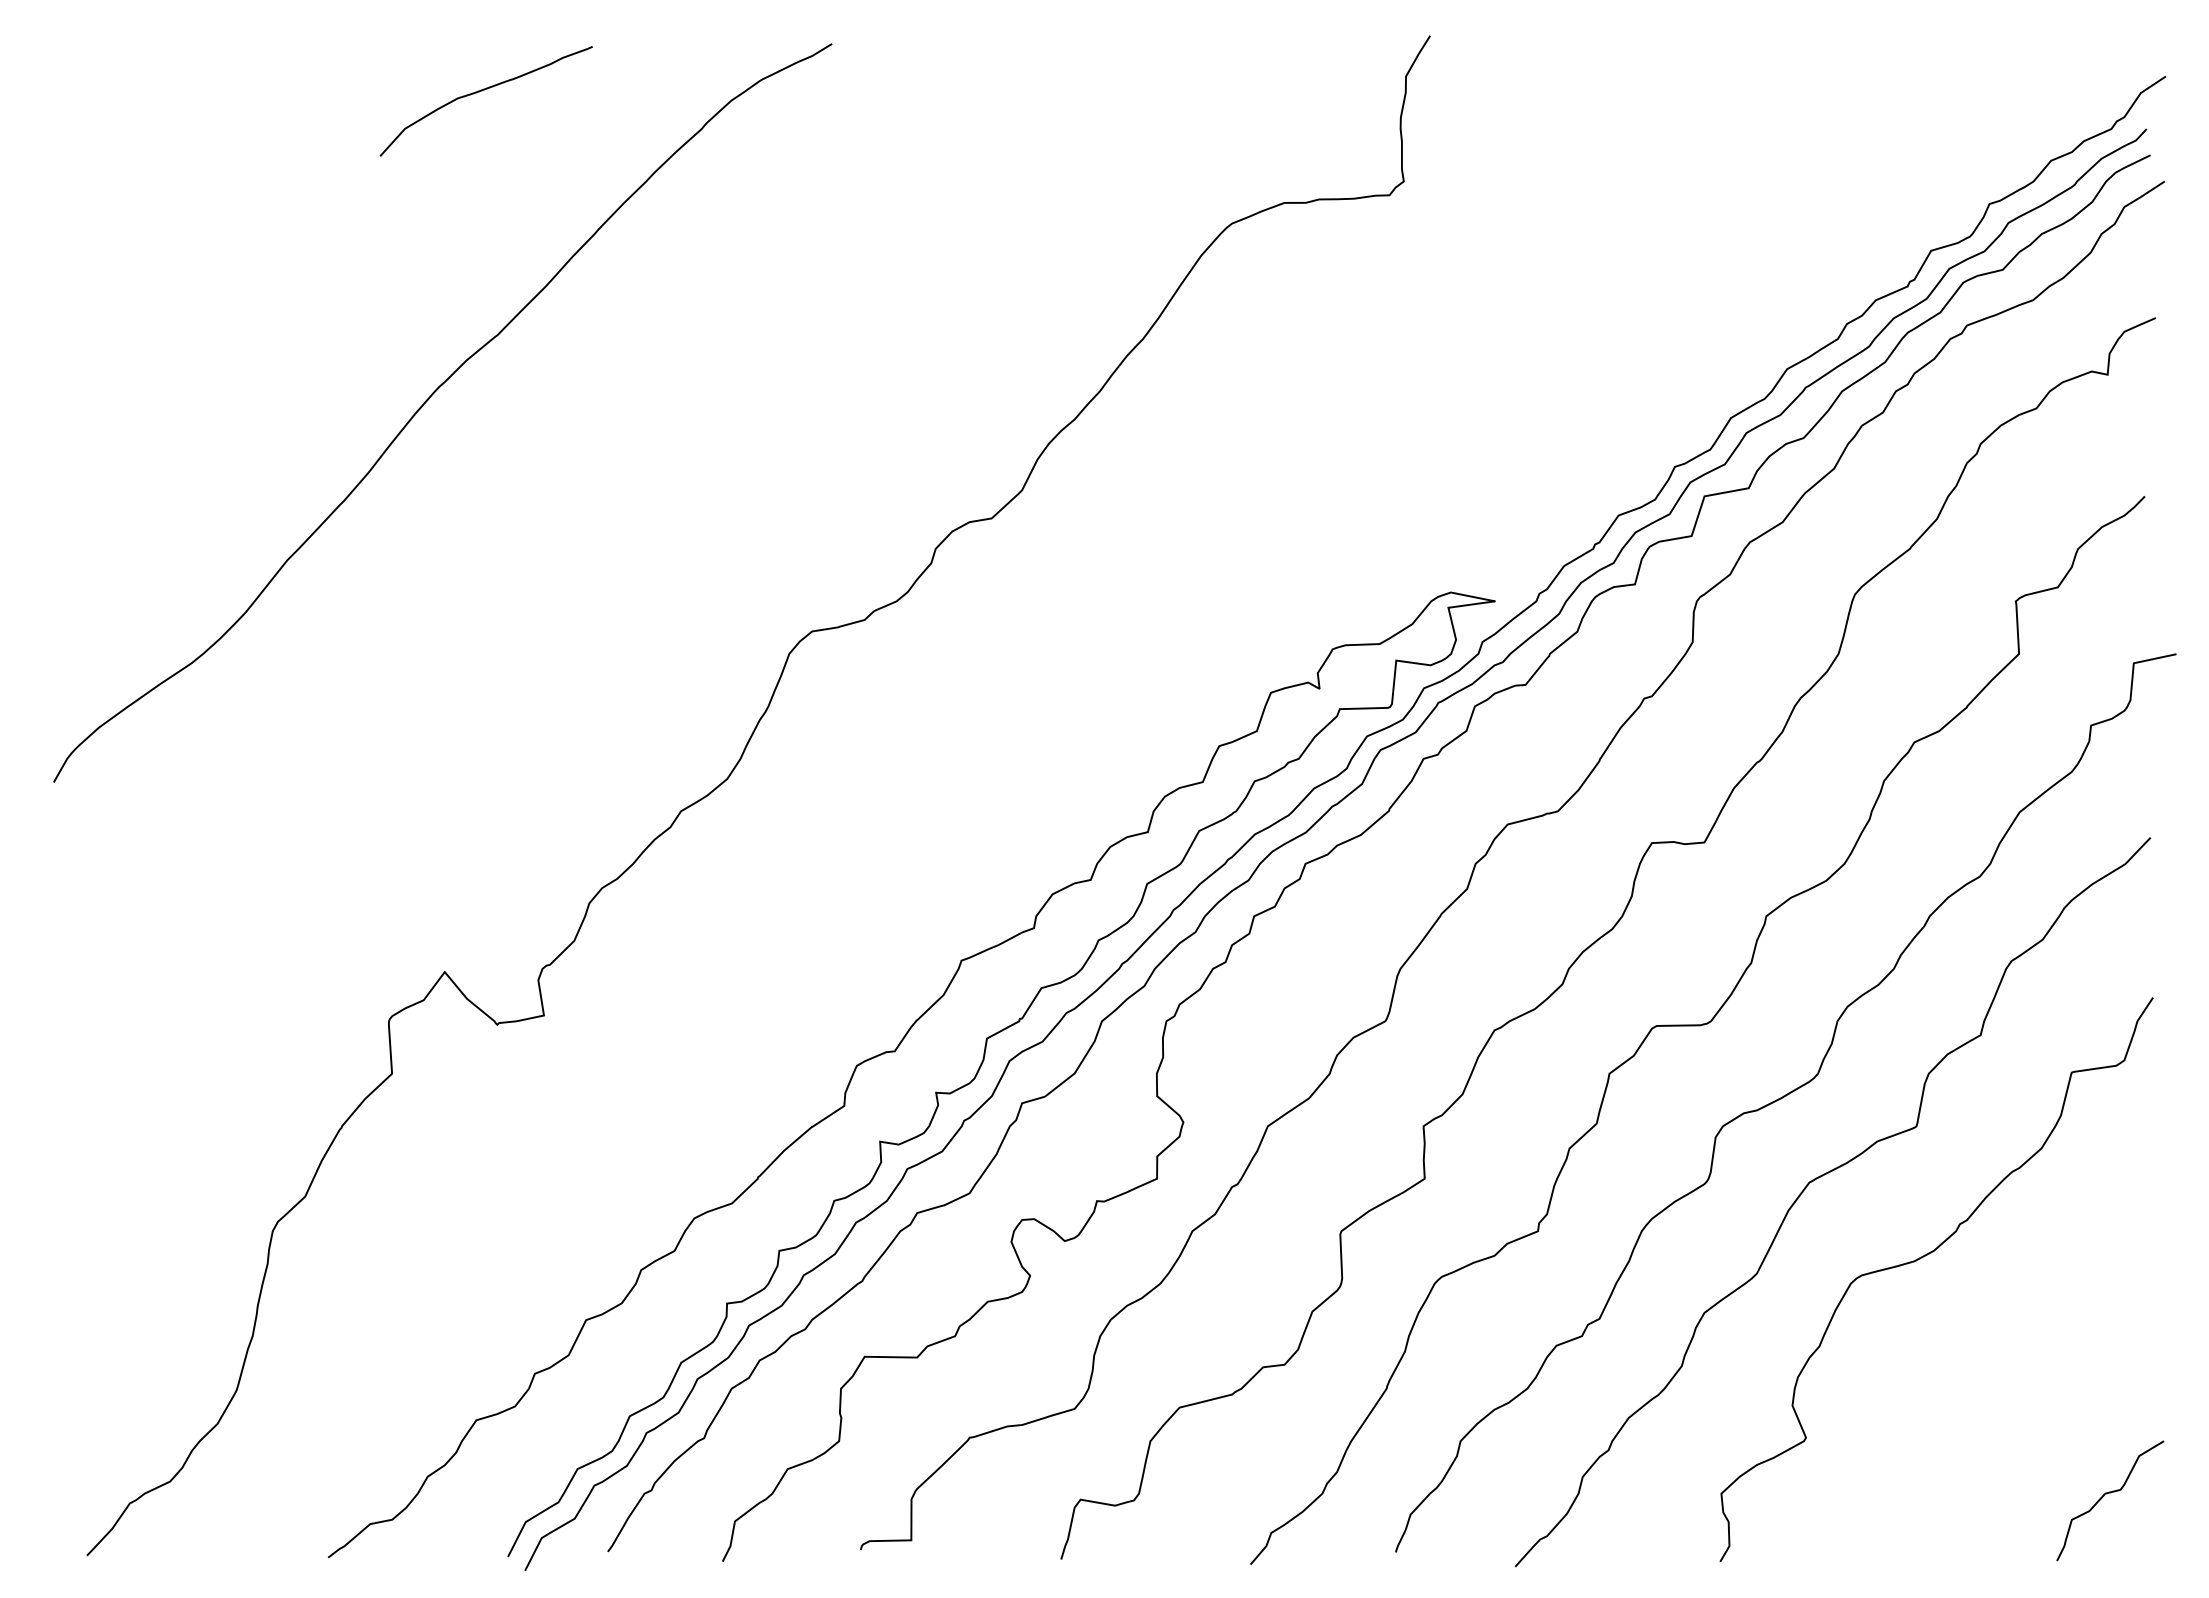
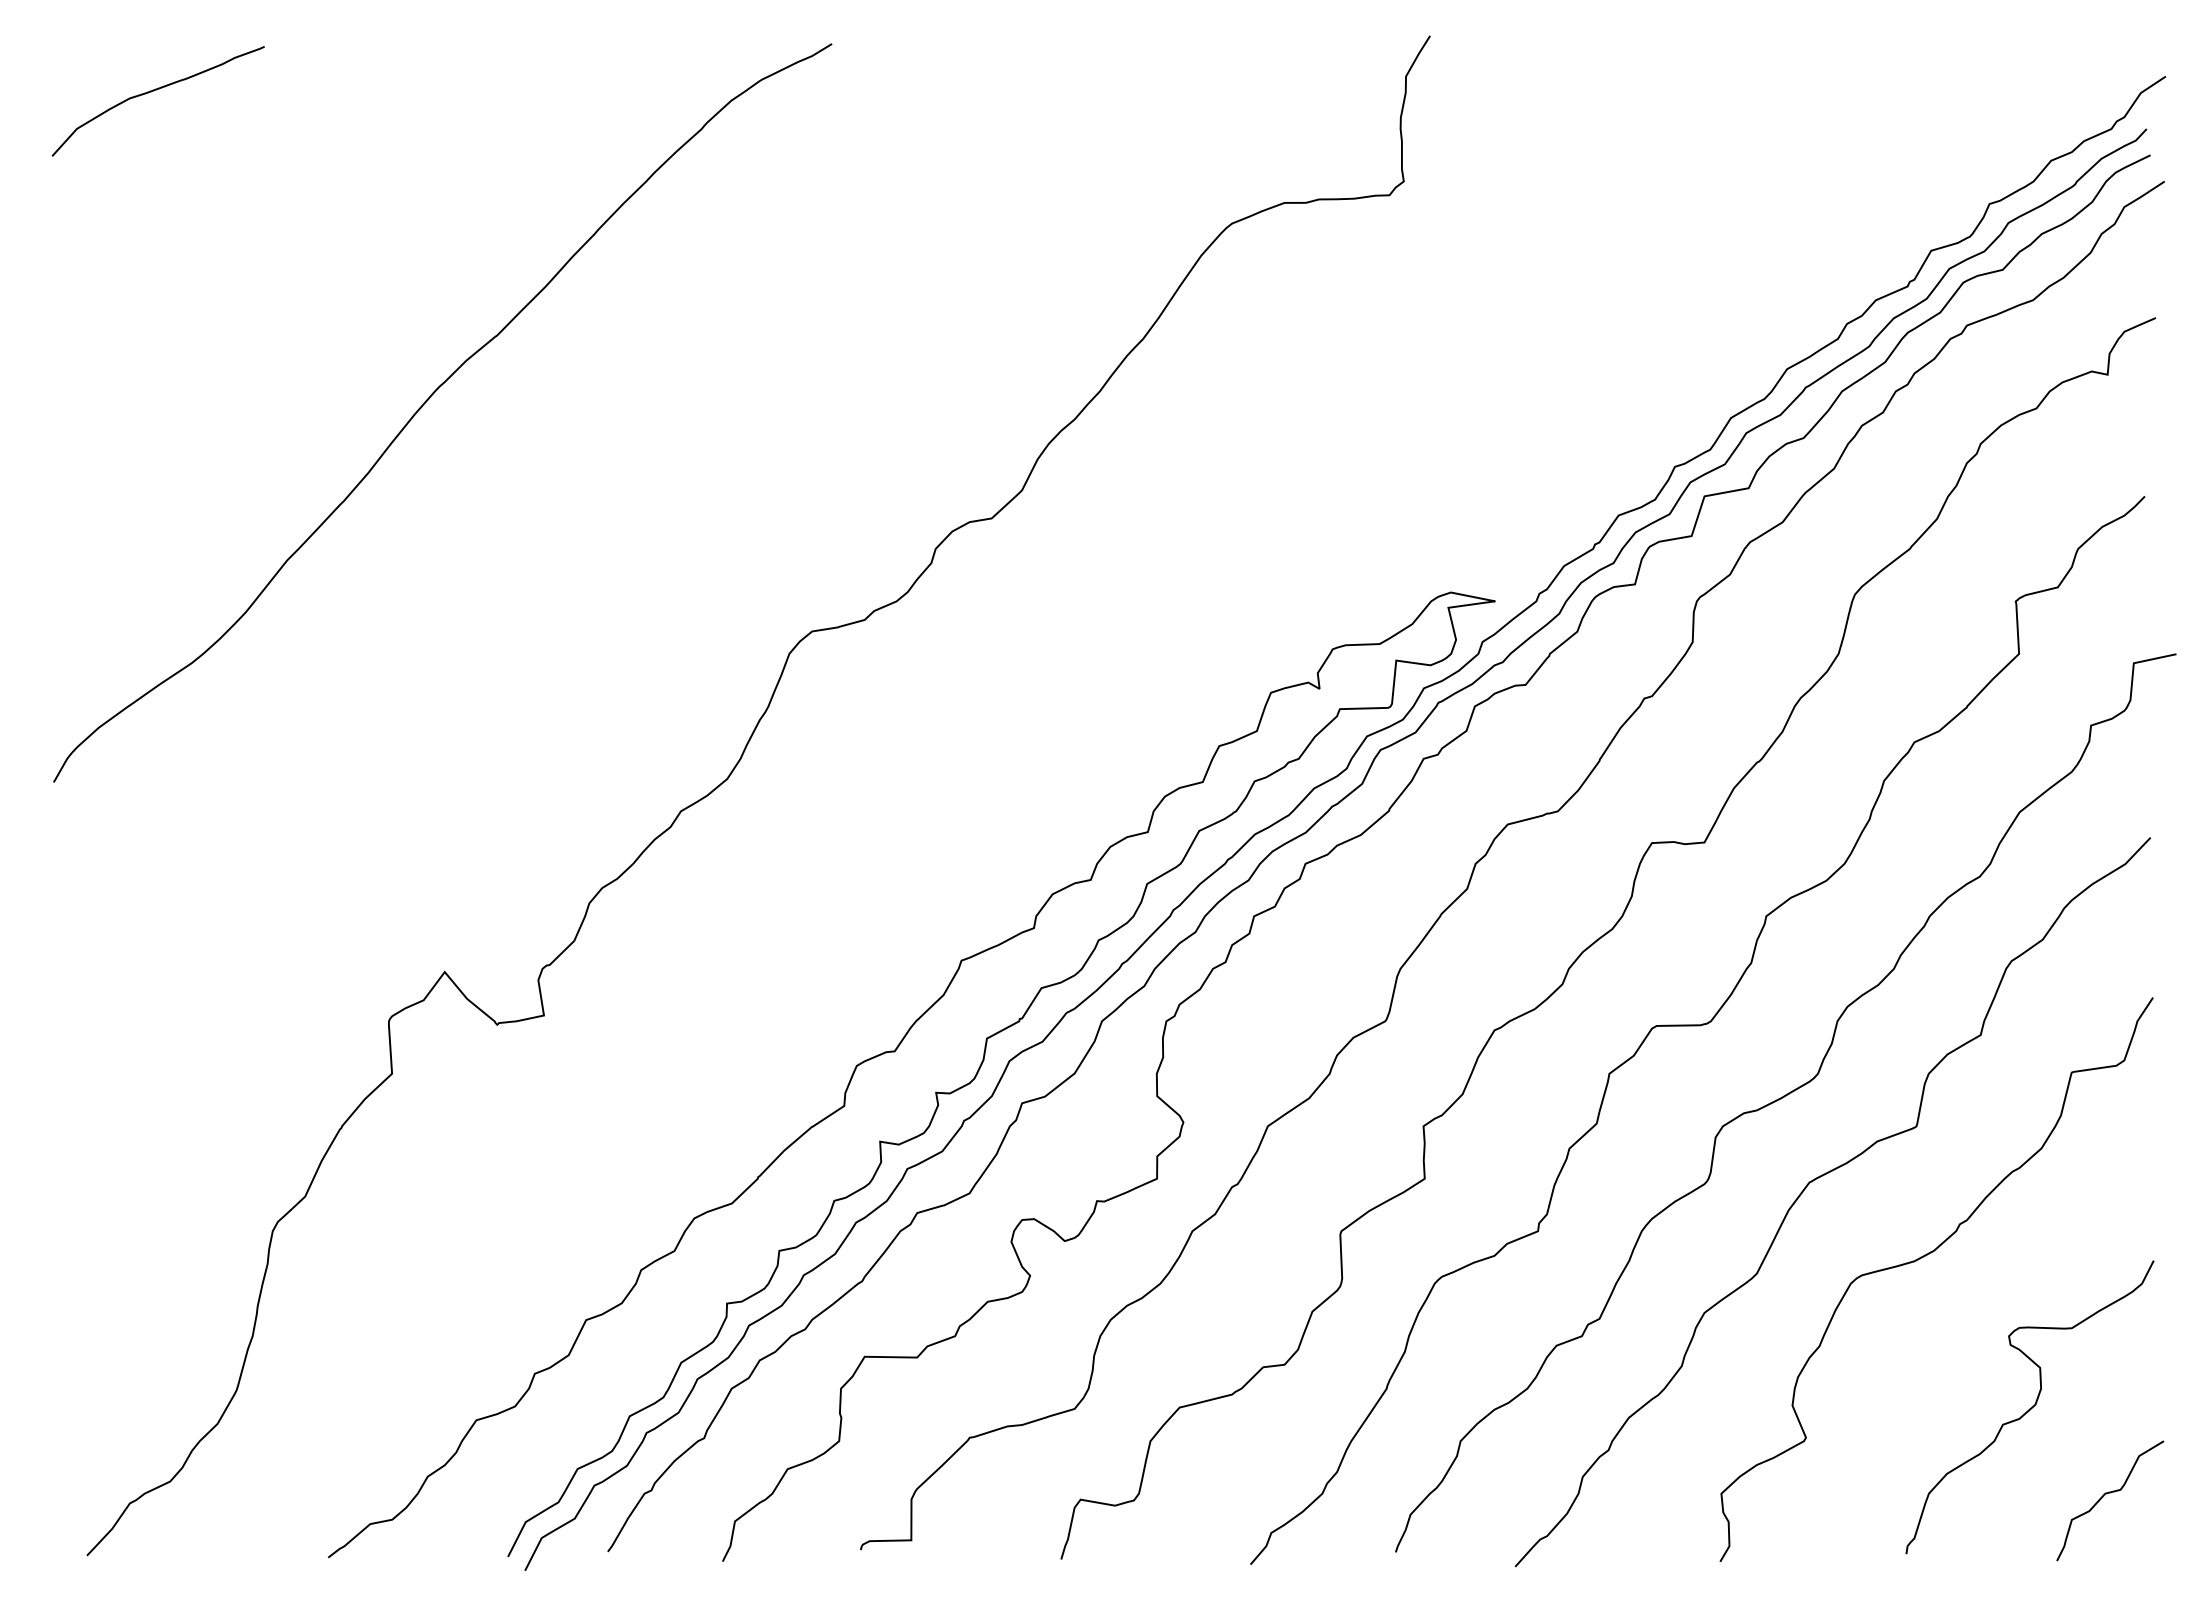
curve at (482, 91) position: (482, 91) -> (154, 91)
curve at (2030, 1407): none -> present
